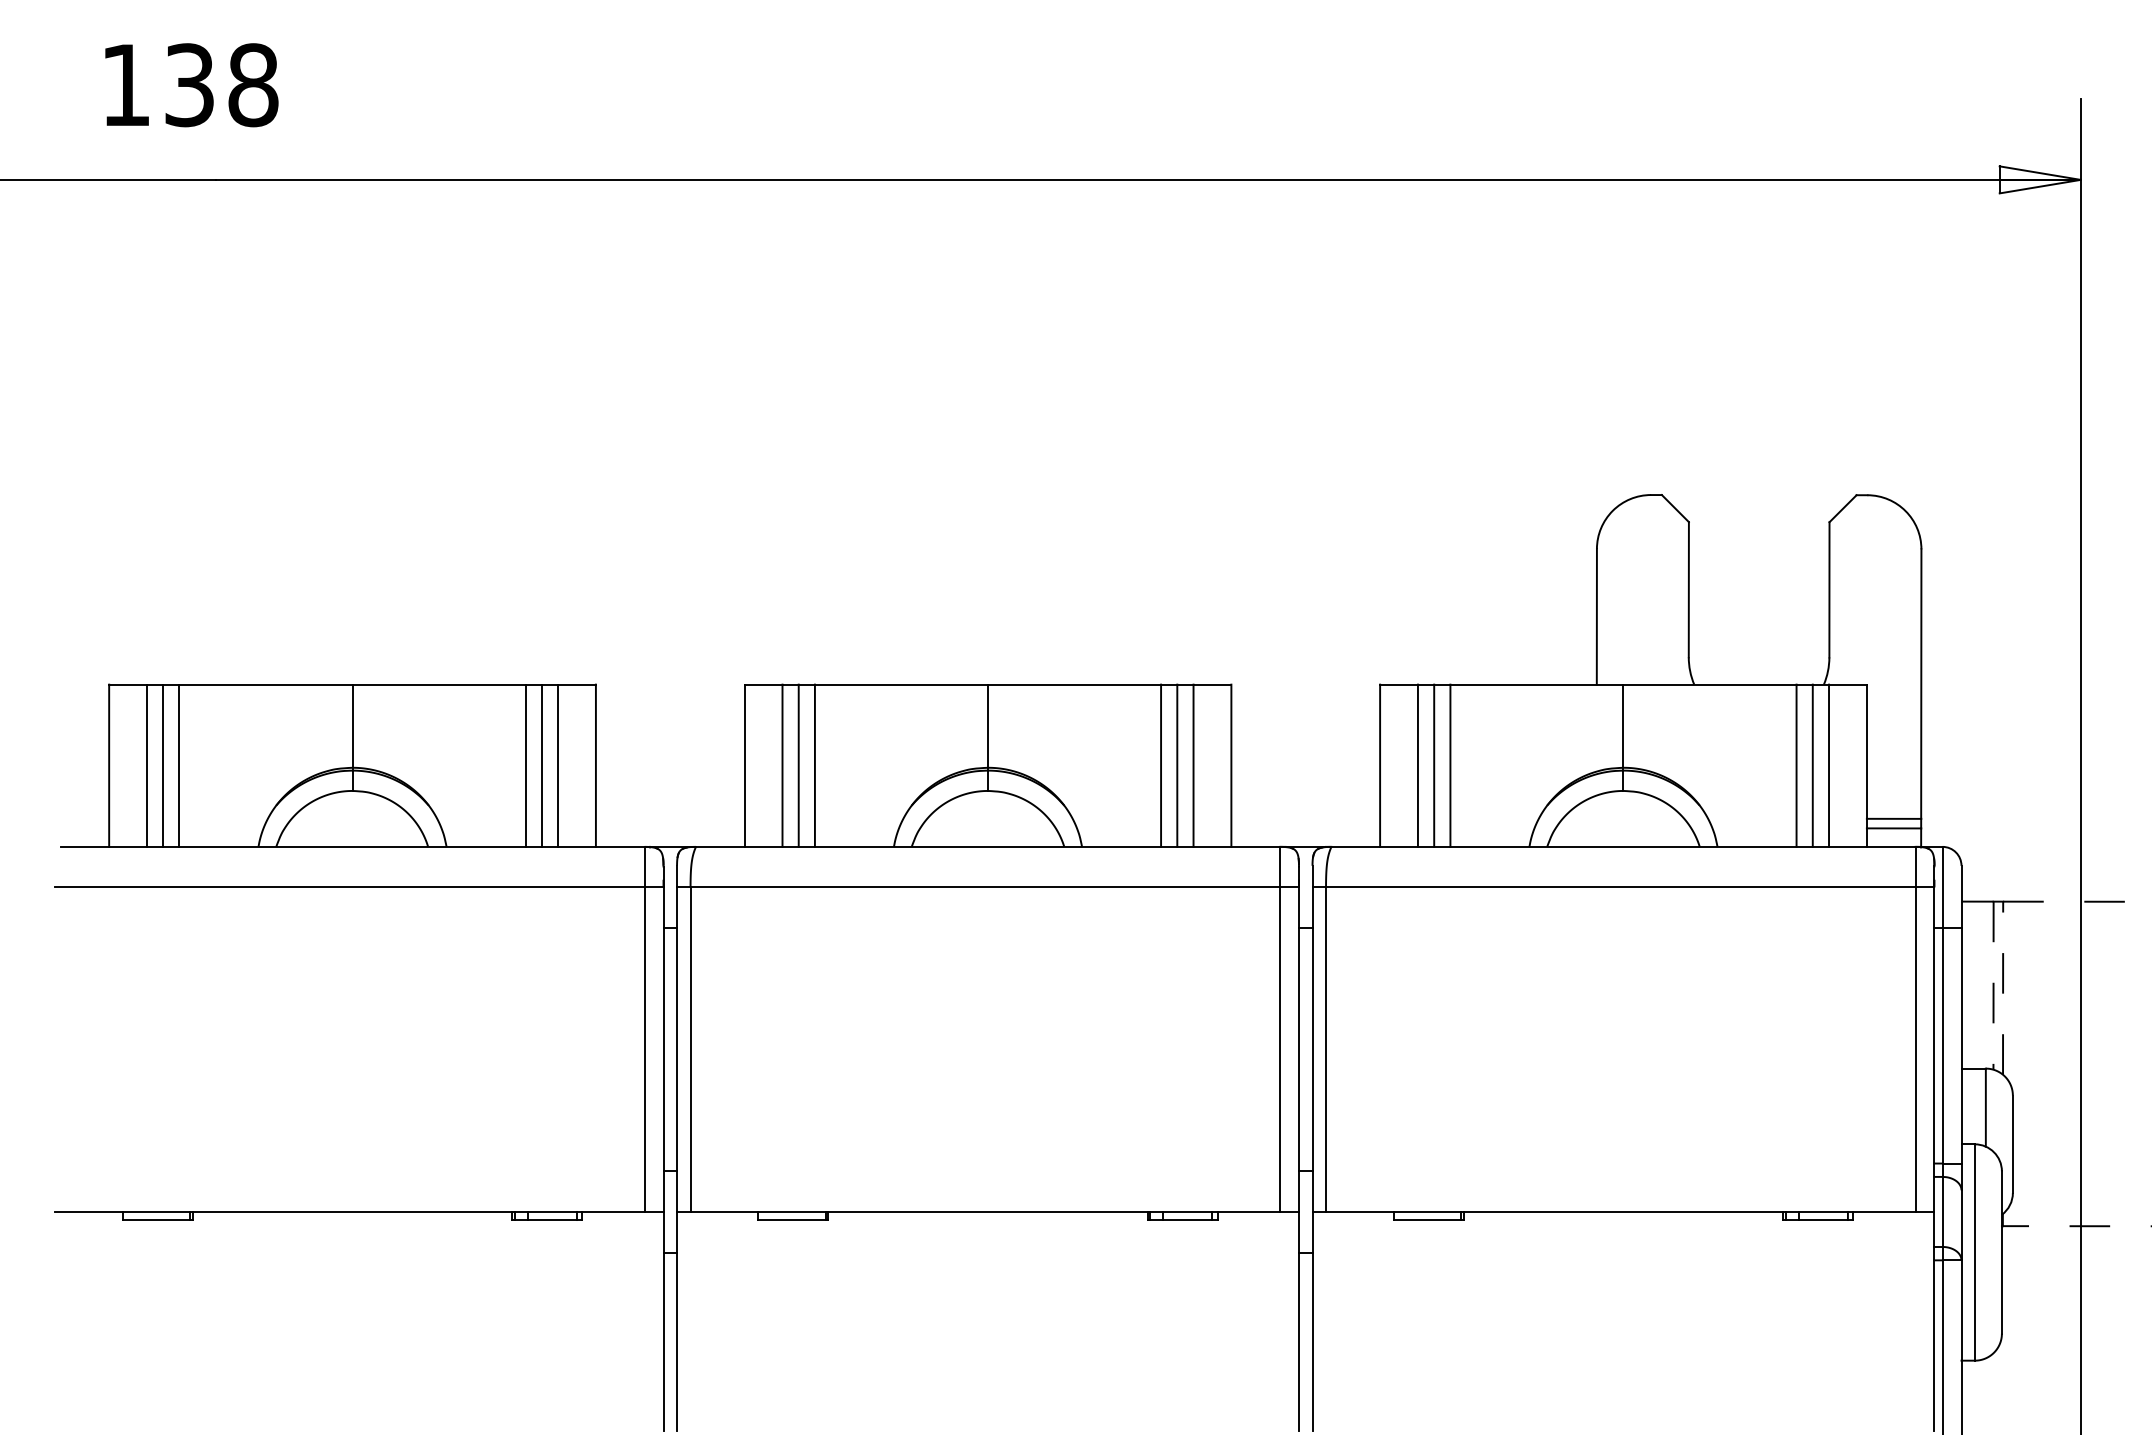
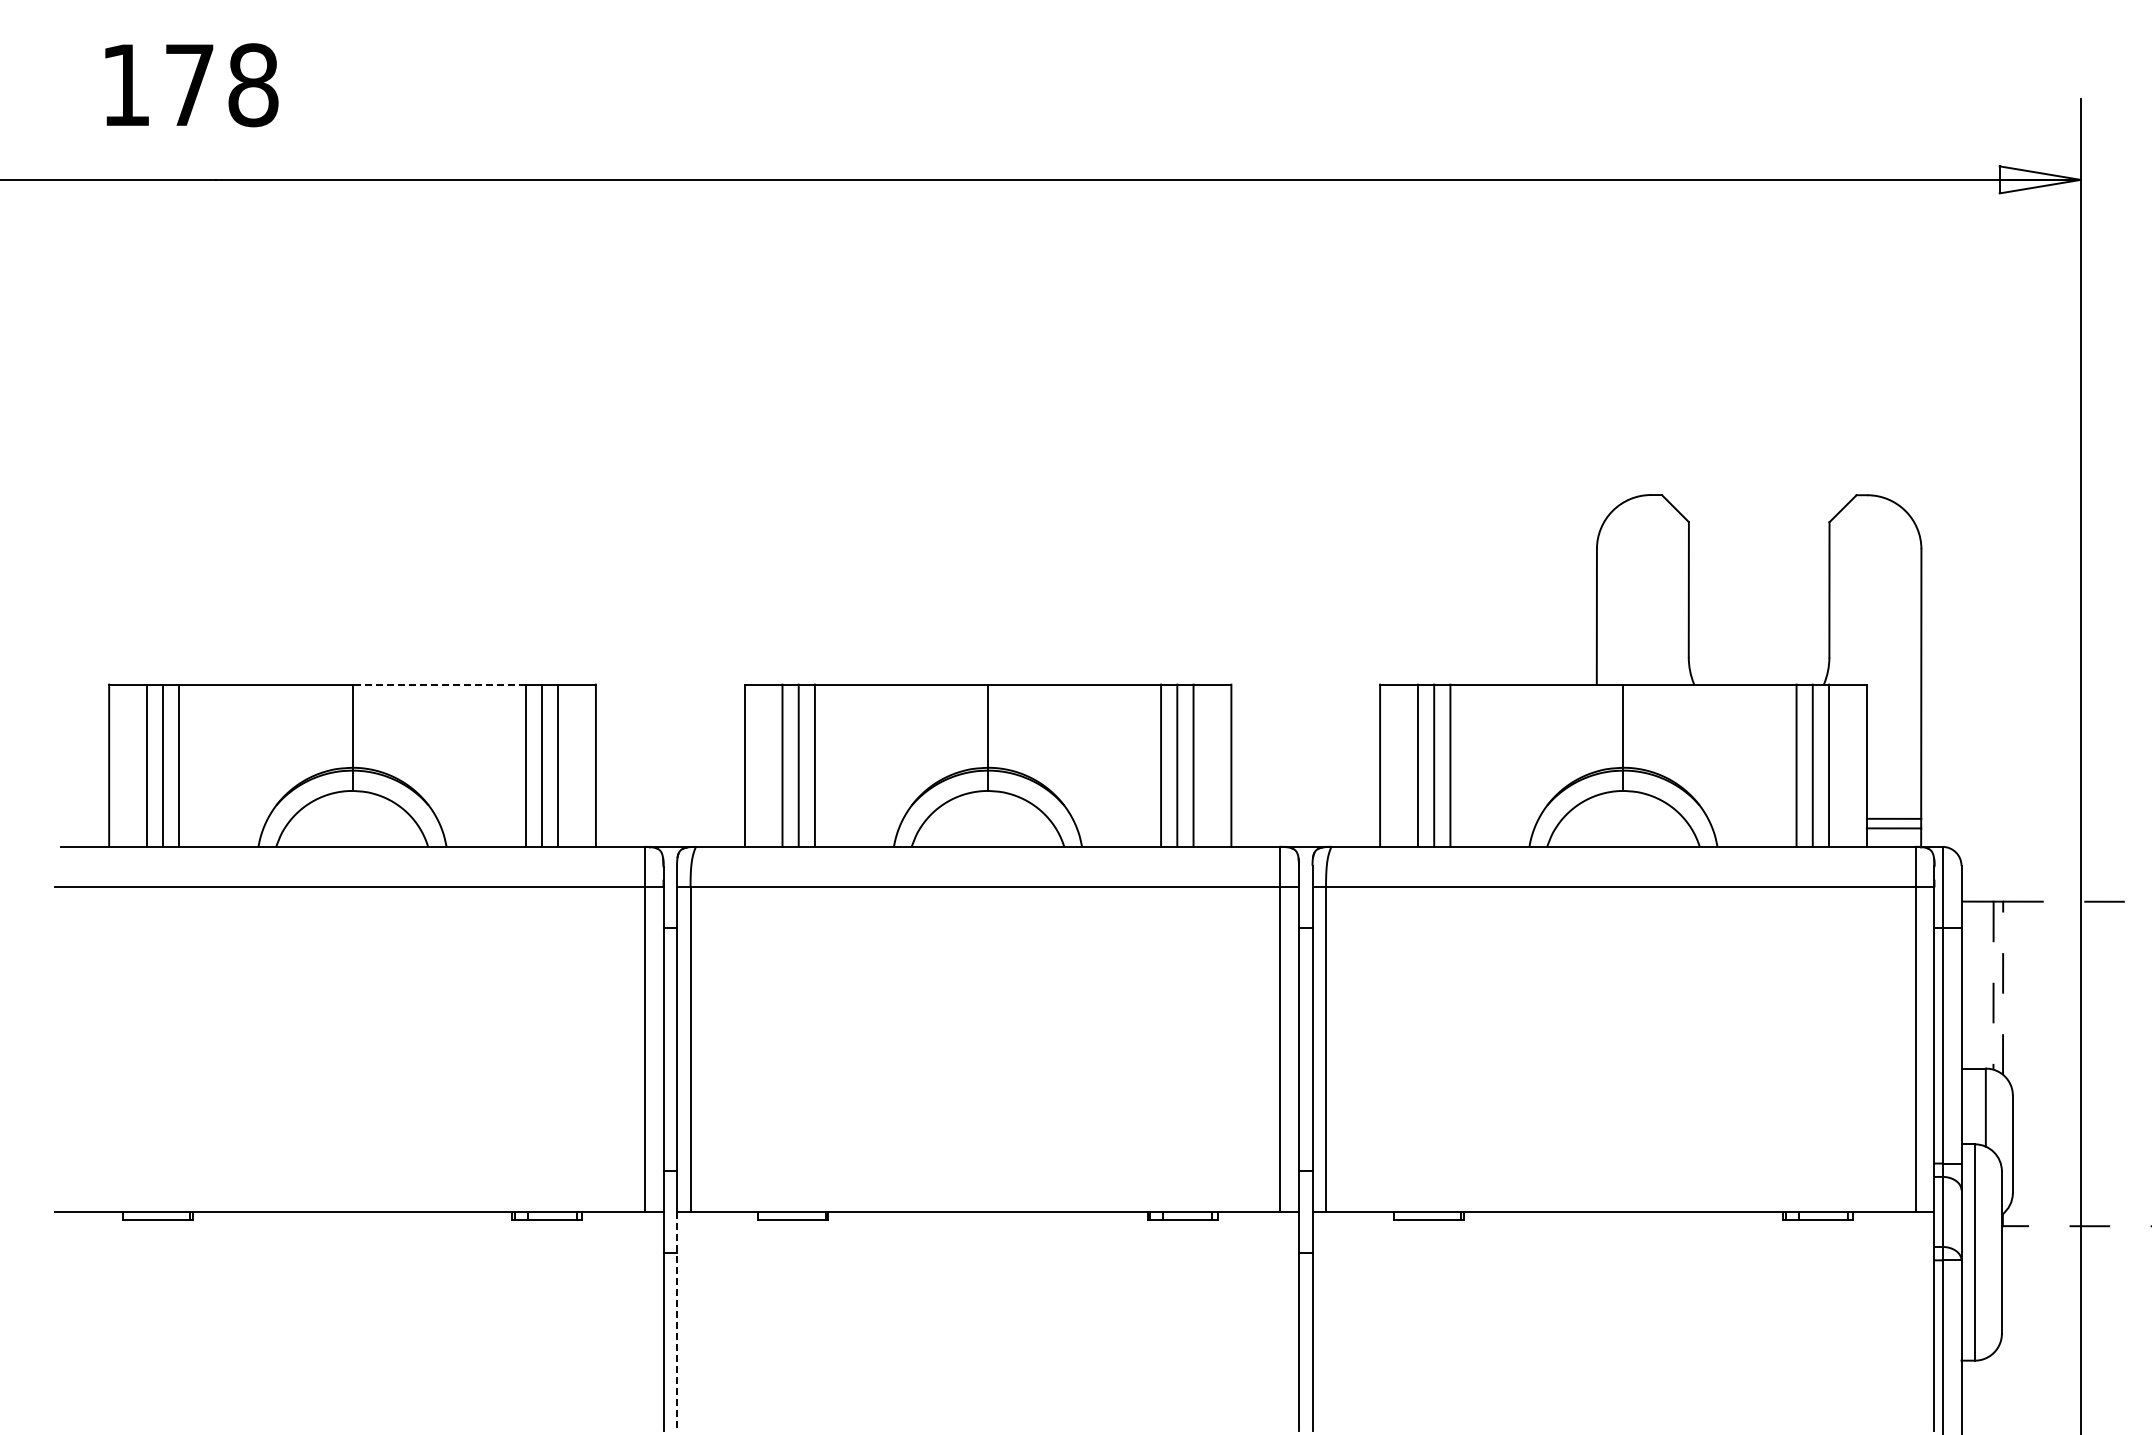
text at (189, 85): 138 -> 178
line at (439, 684): solid -> dashed
line at (677, 1321): solid -> dashed
